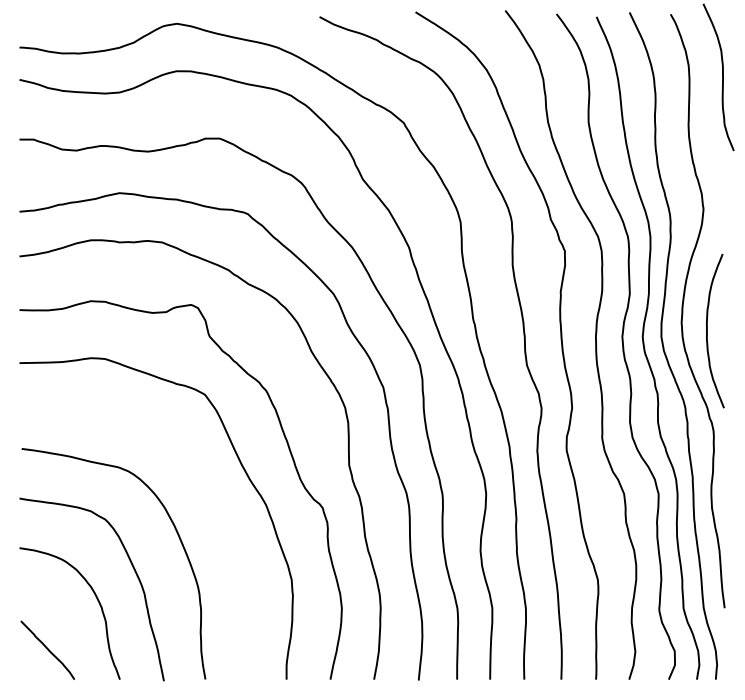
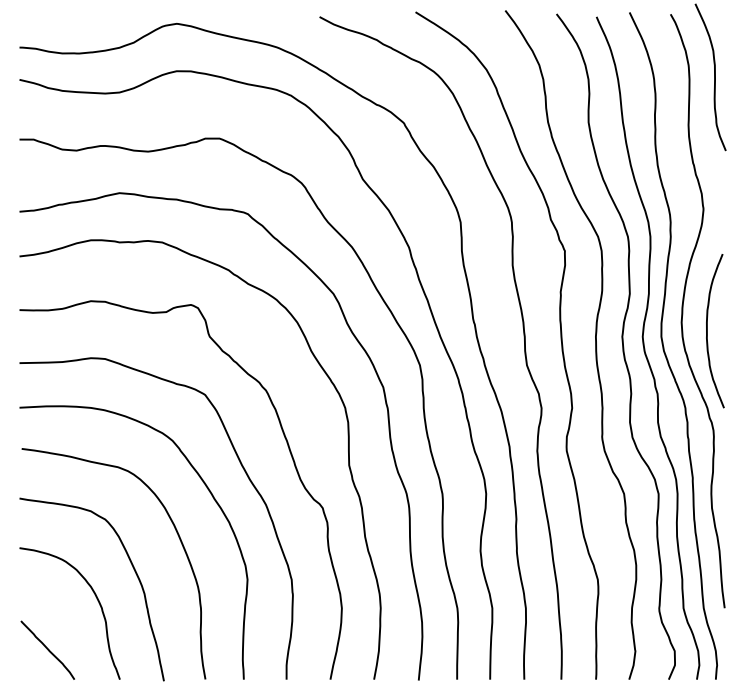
curve at (722, 77) position: (722, 77) -> (714, 77)
curve at (208, 491): none -> present
